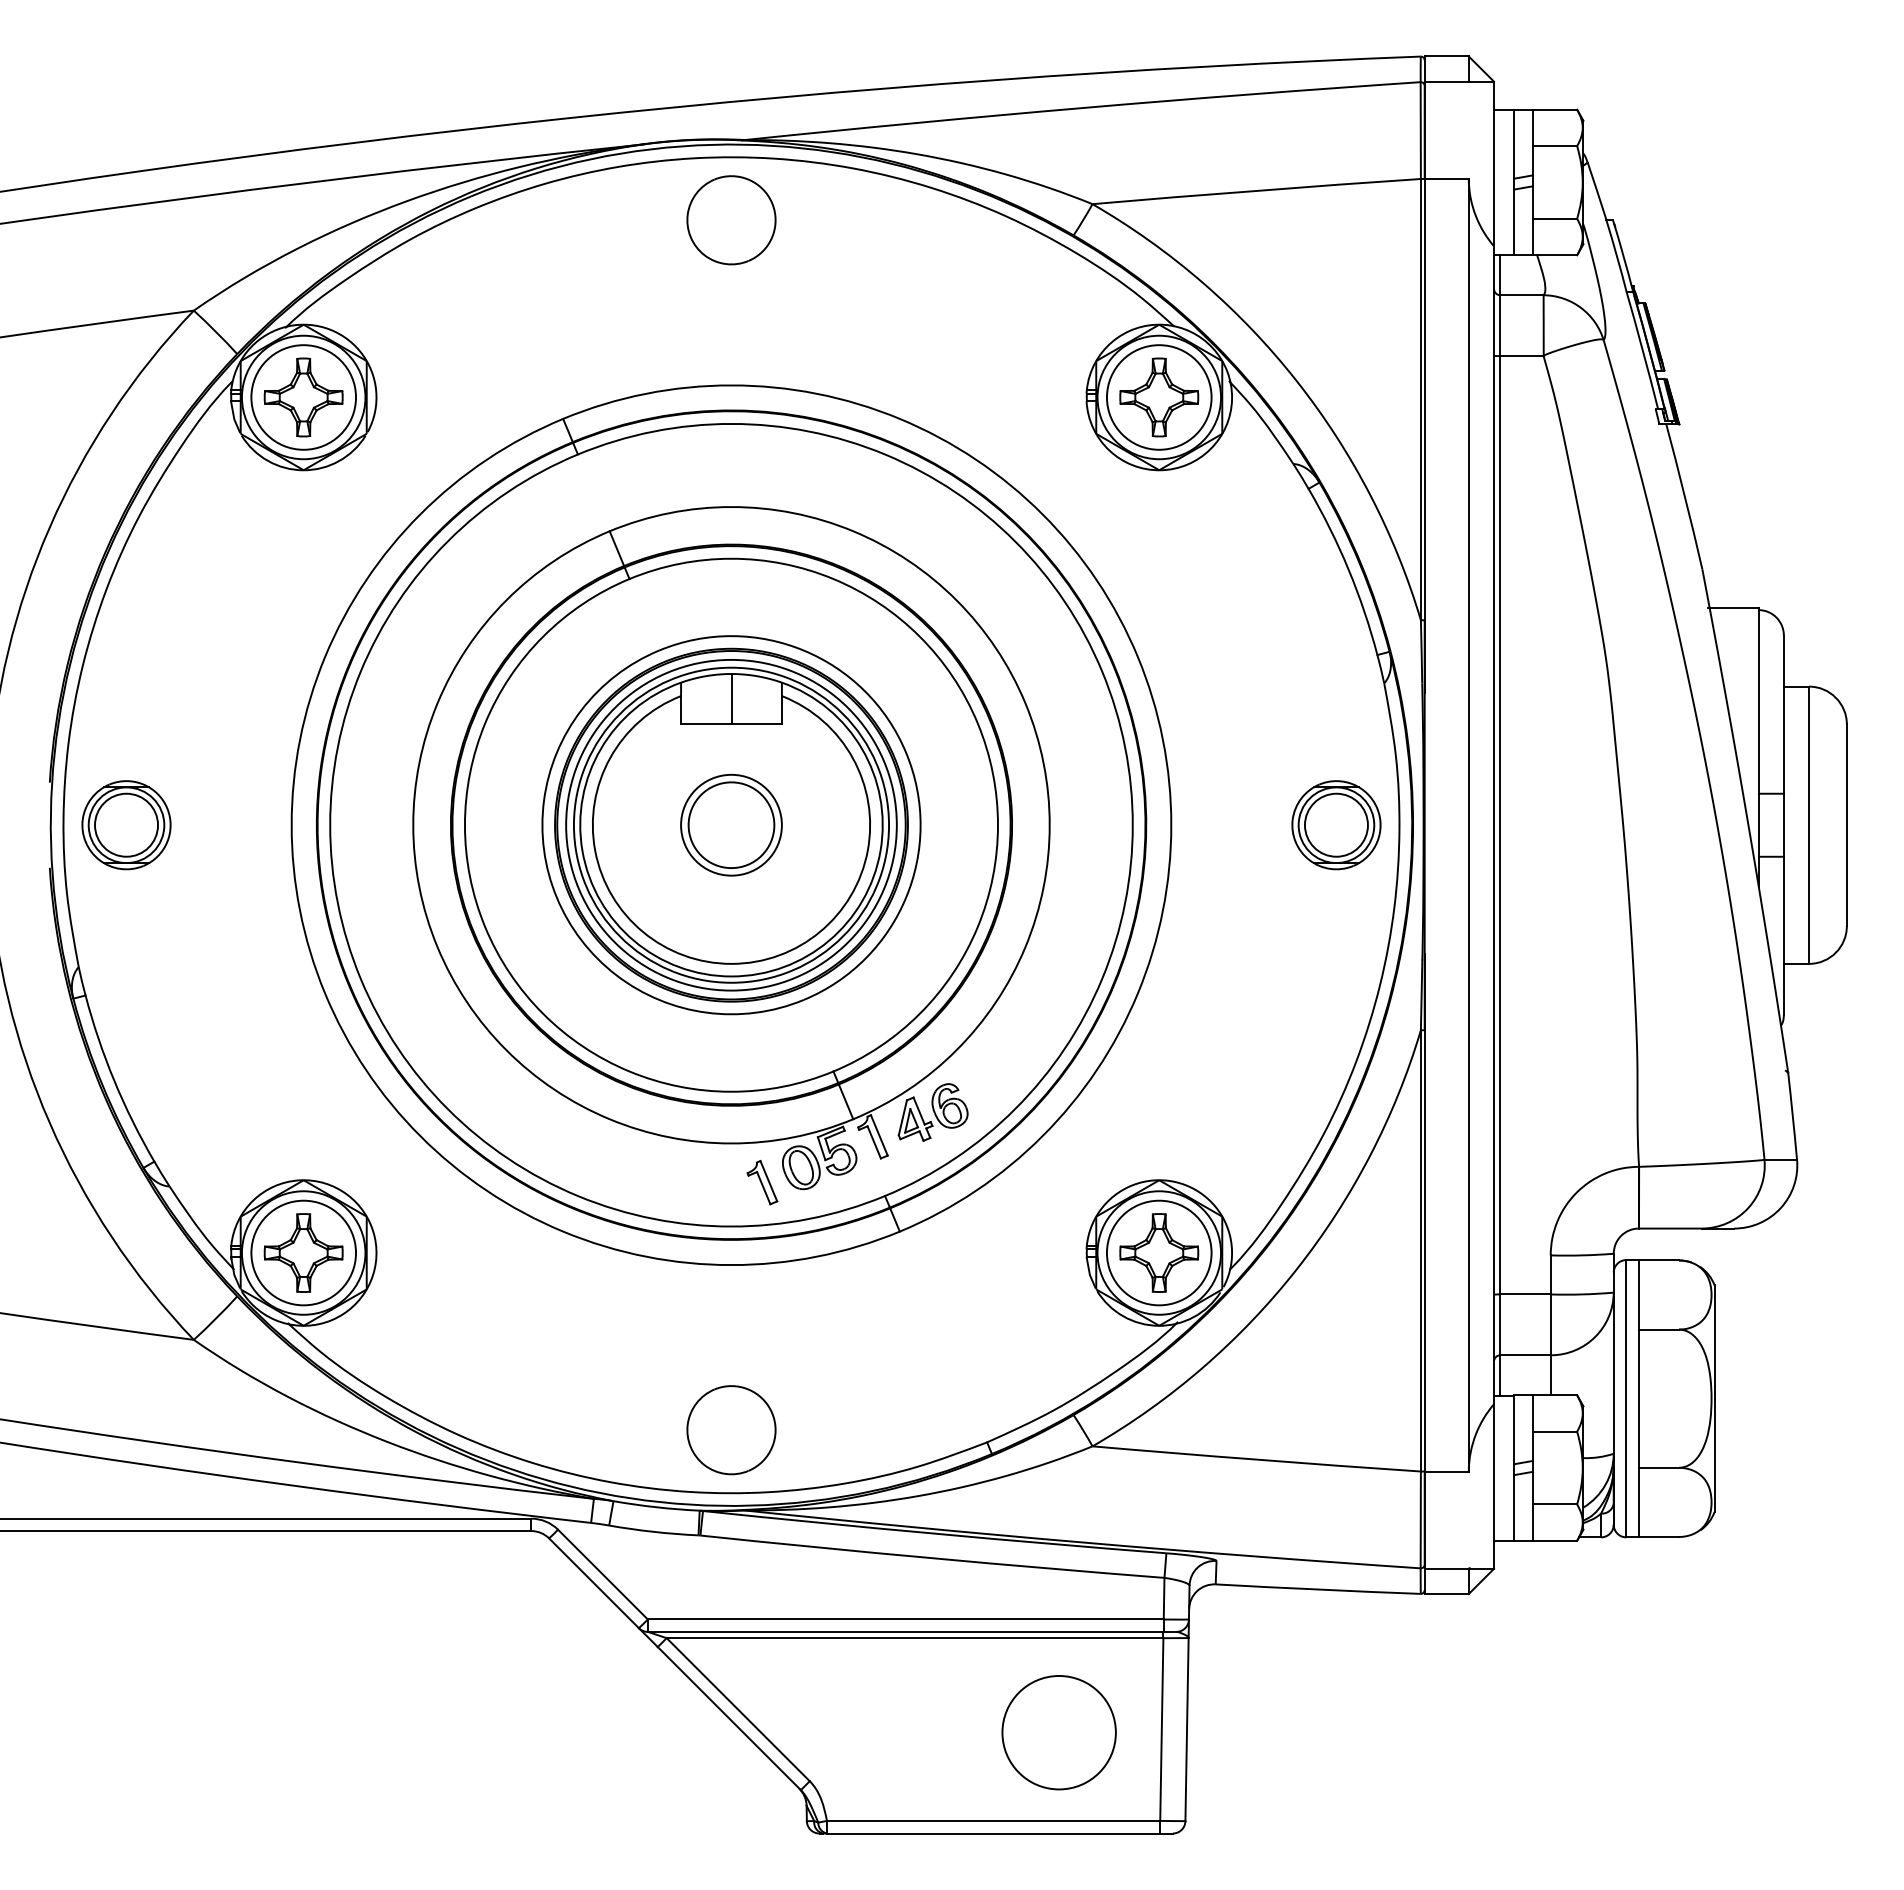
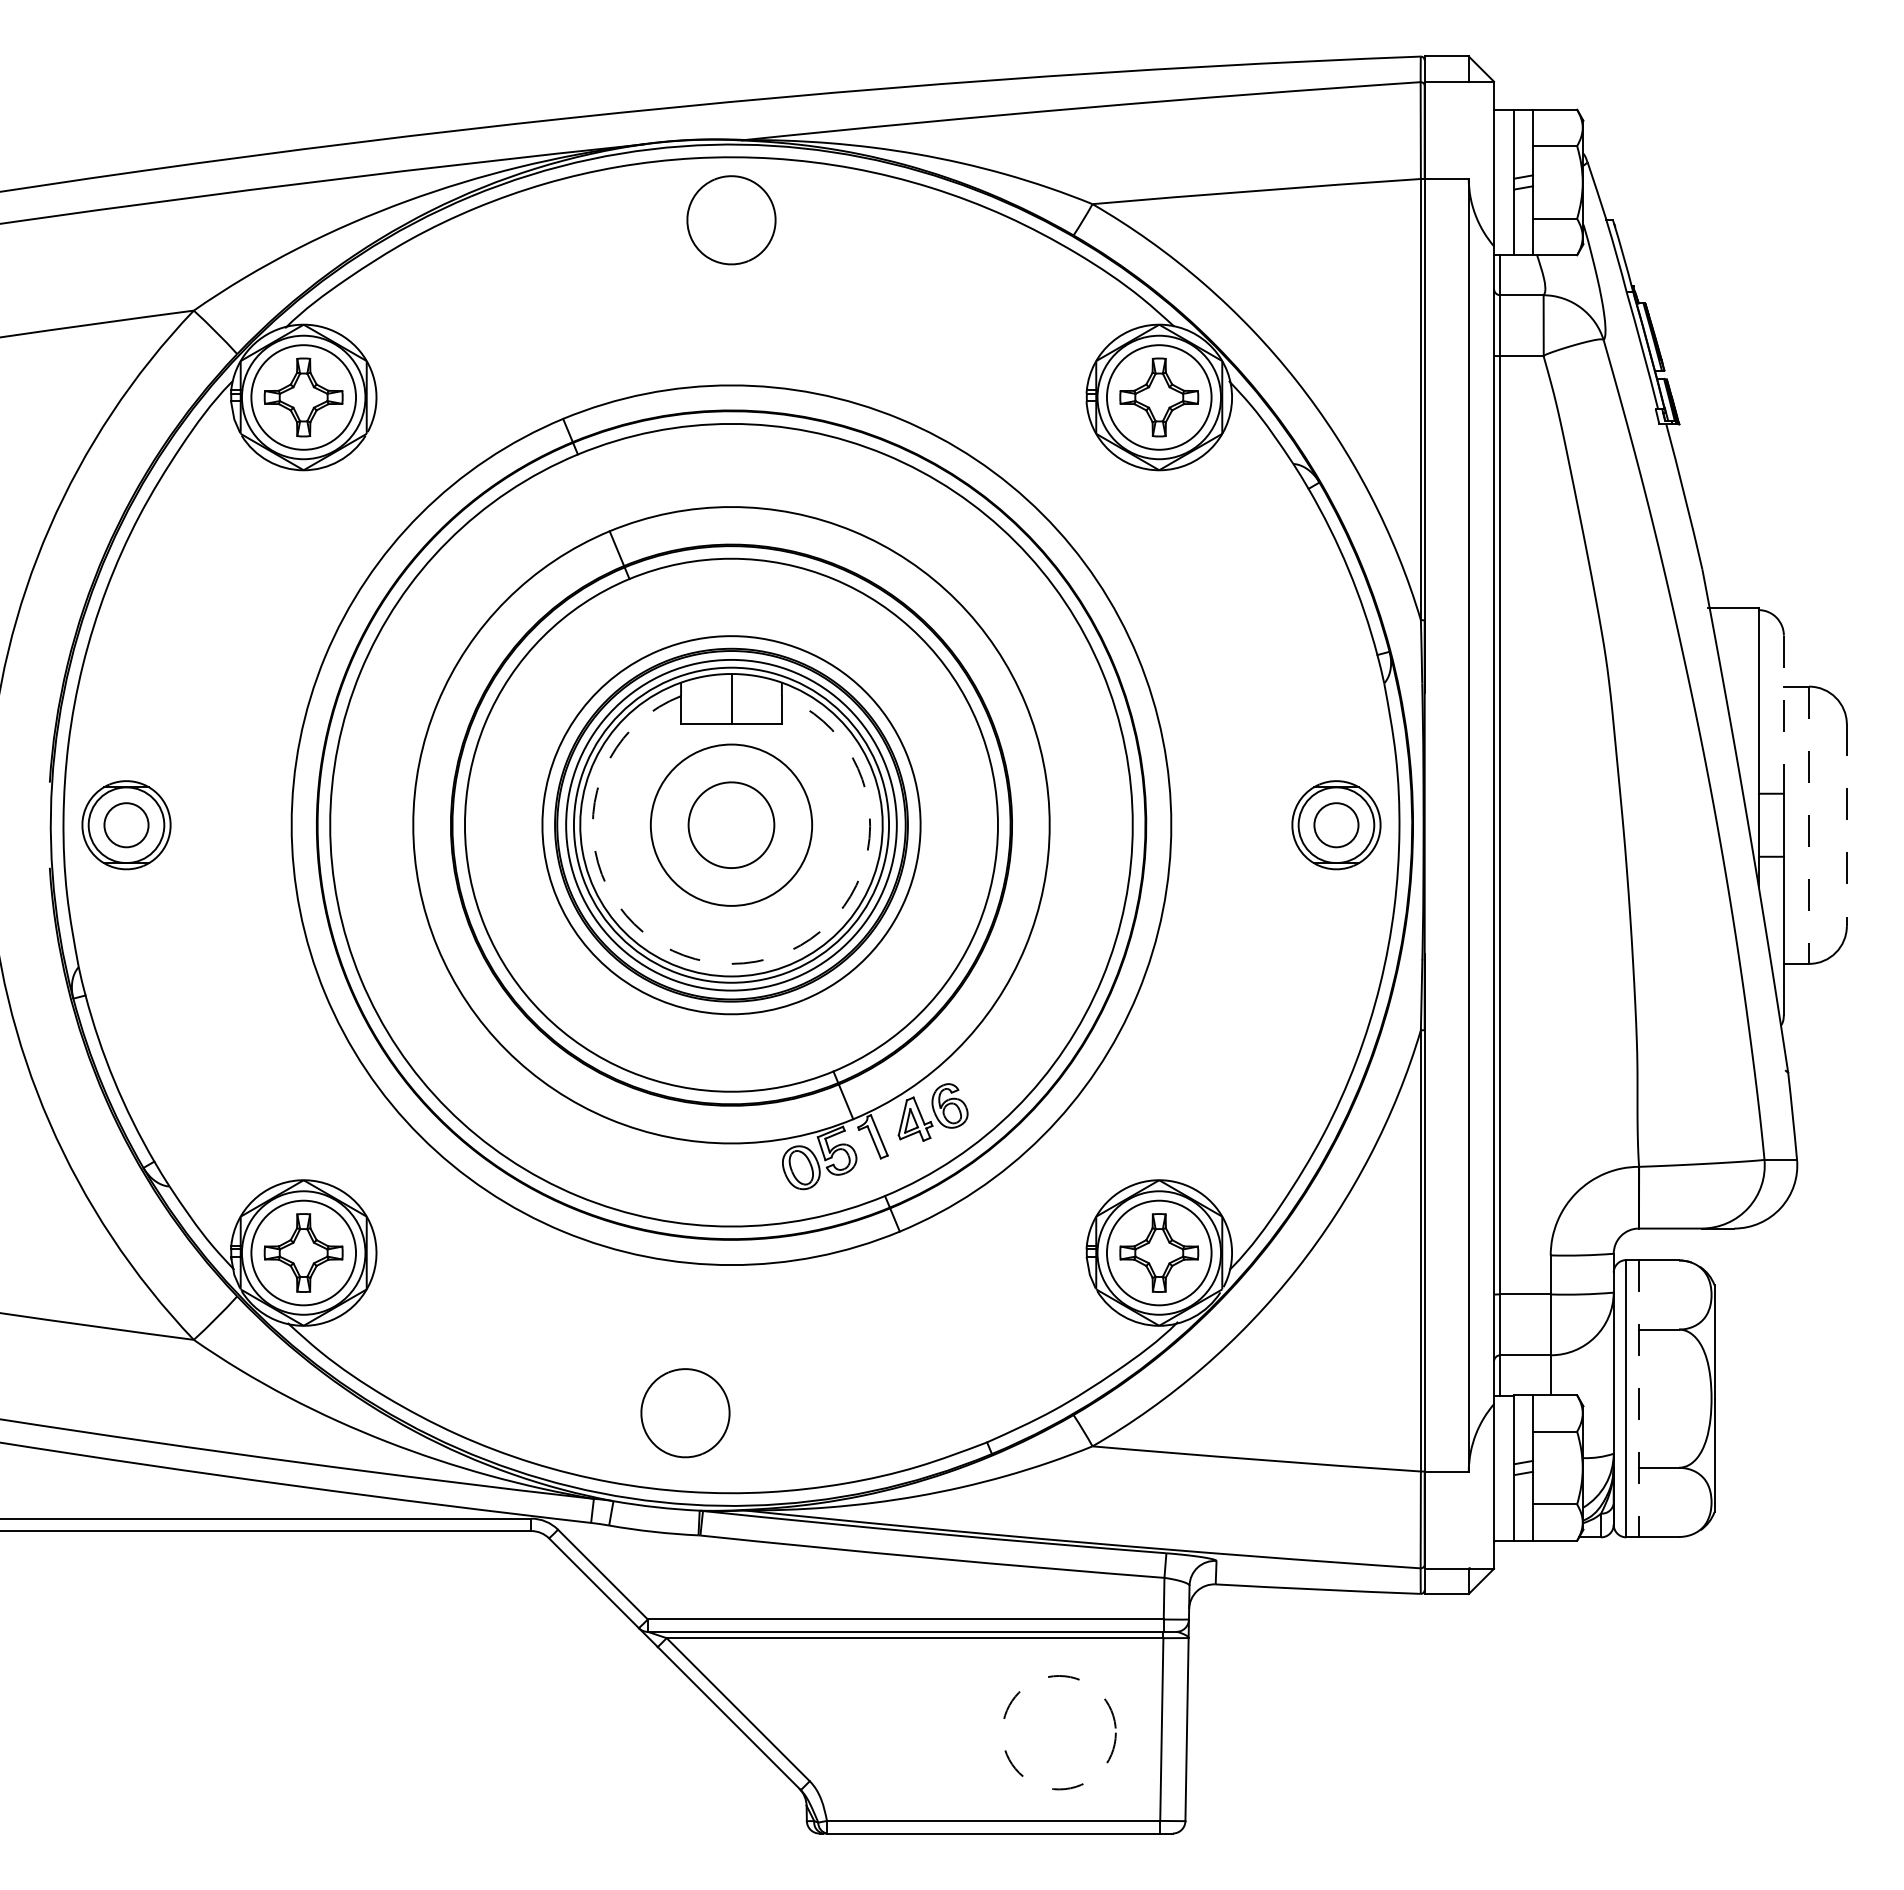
line at (1783, 715): solid -> dashed
circle at (126, 824) diameter: 63 px -> 44 px
circle at (731, 824) diameter: 101 px -> 161 px
circle at (1335, 824) diameter: 63 px -> 44 px
line at (1809, 825): solid -> dashed
line at (1846, 825): solid -> dashed
arc at (731, 963): solid -> dashed
part at (762, 1182): present -> none
line at (1638, 1398): solid -> dashed
part at (731, 1430) position: (731, 1430) -> (685, 1413)
circle at (1058, 1732): solid -> dashed
